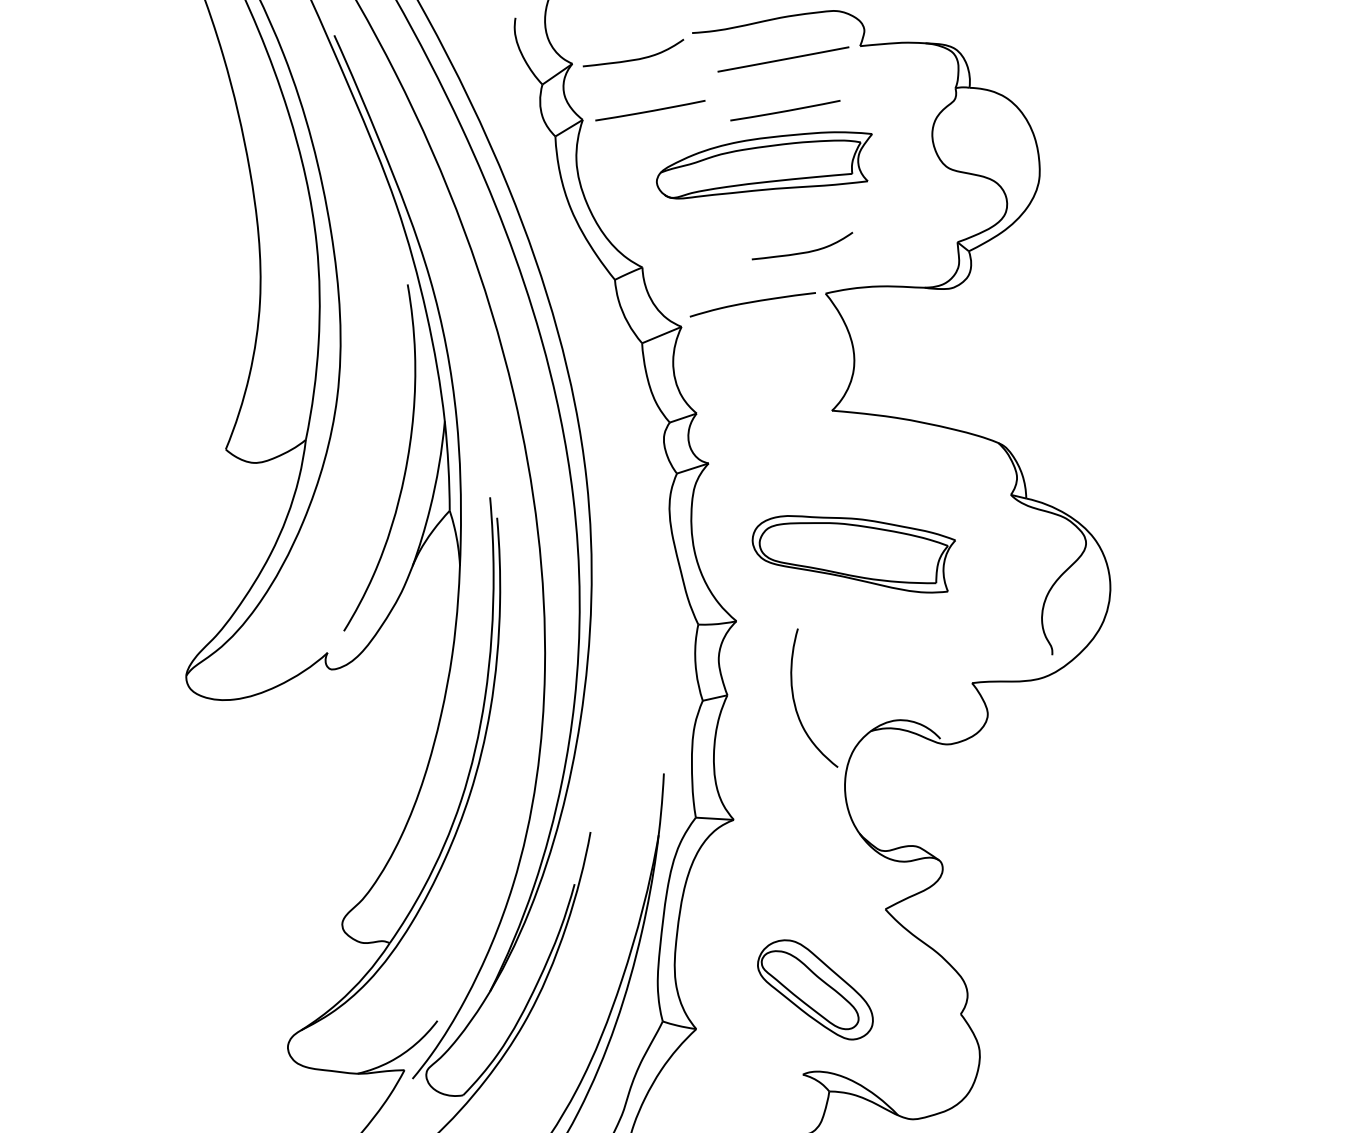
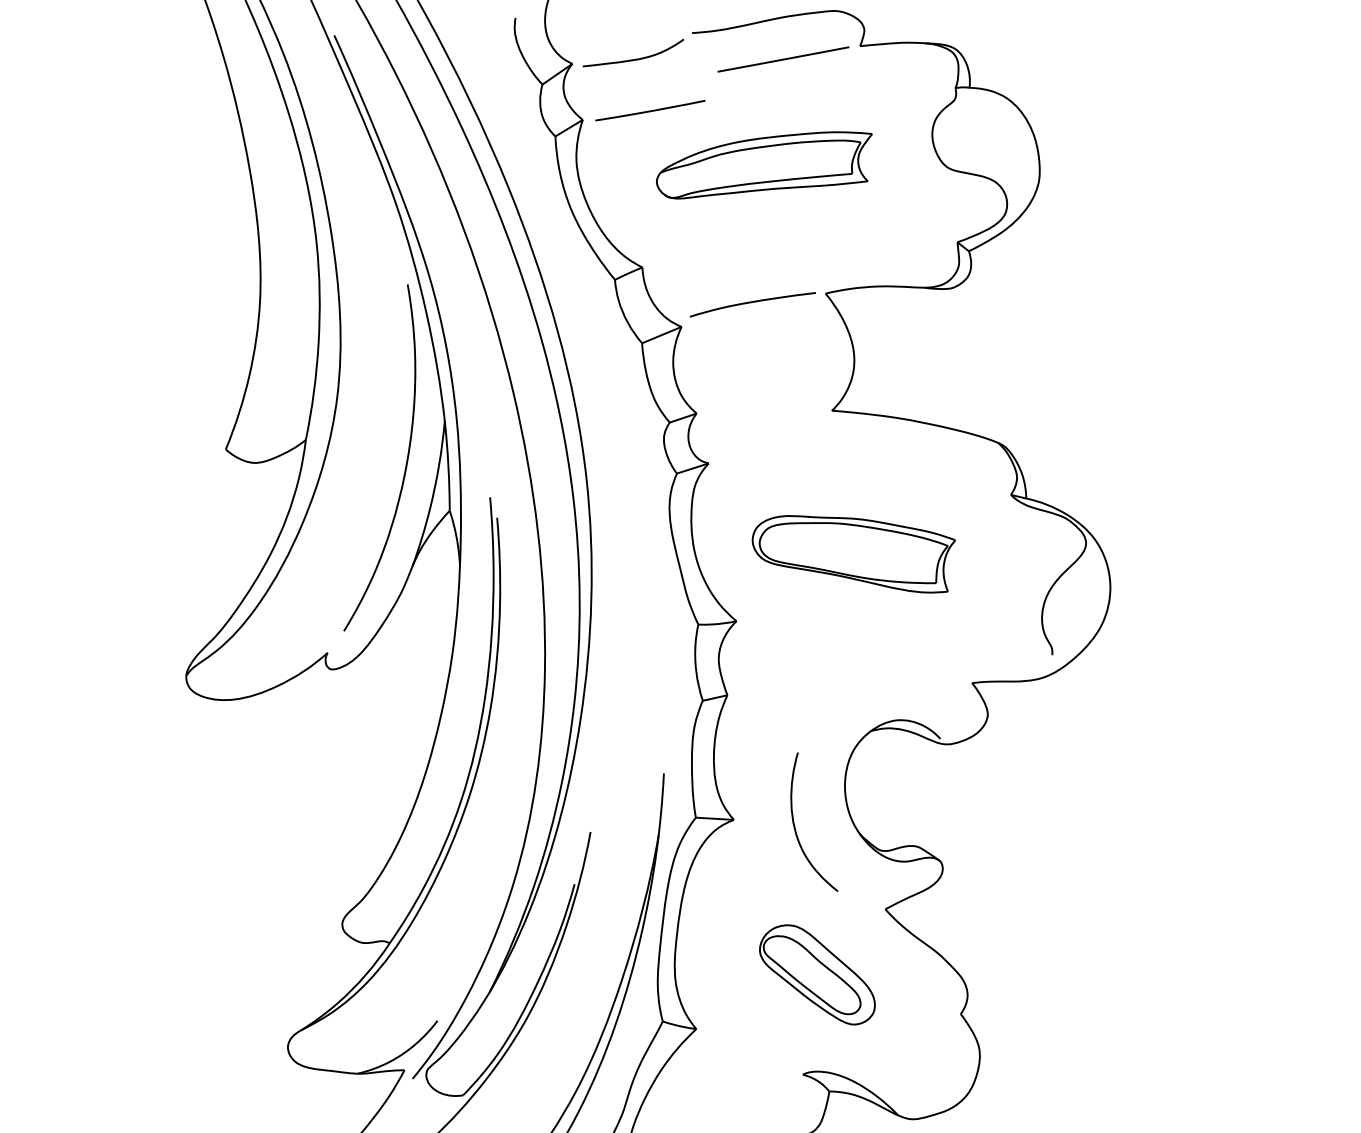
line at (785, 110): present -> none
curve at (804, 251): present -> none
curve at (795, 702) position: (795, 702) -> (795, 826)
part at (815, 989) position: (815, 989) -> (817, 974)
